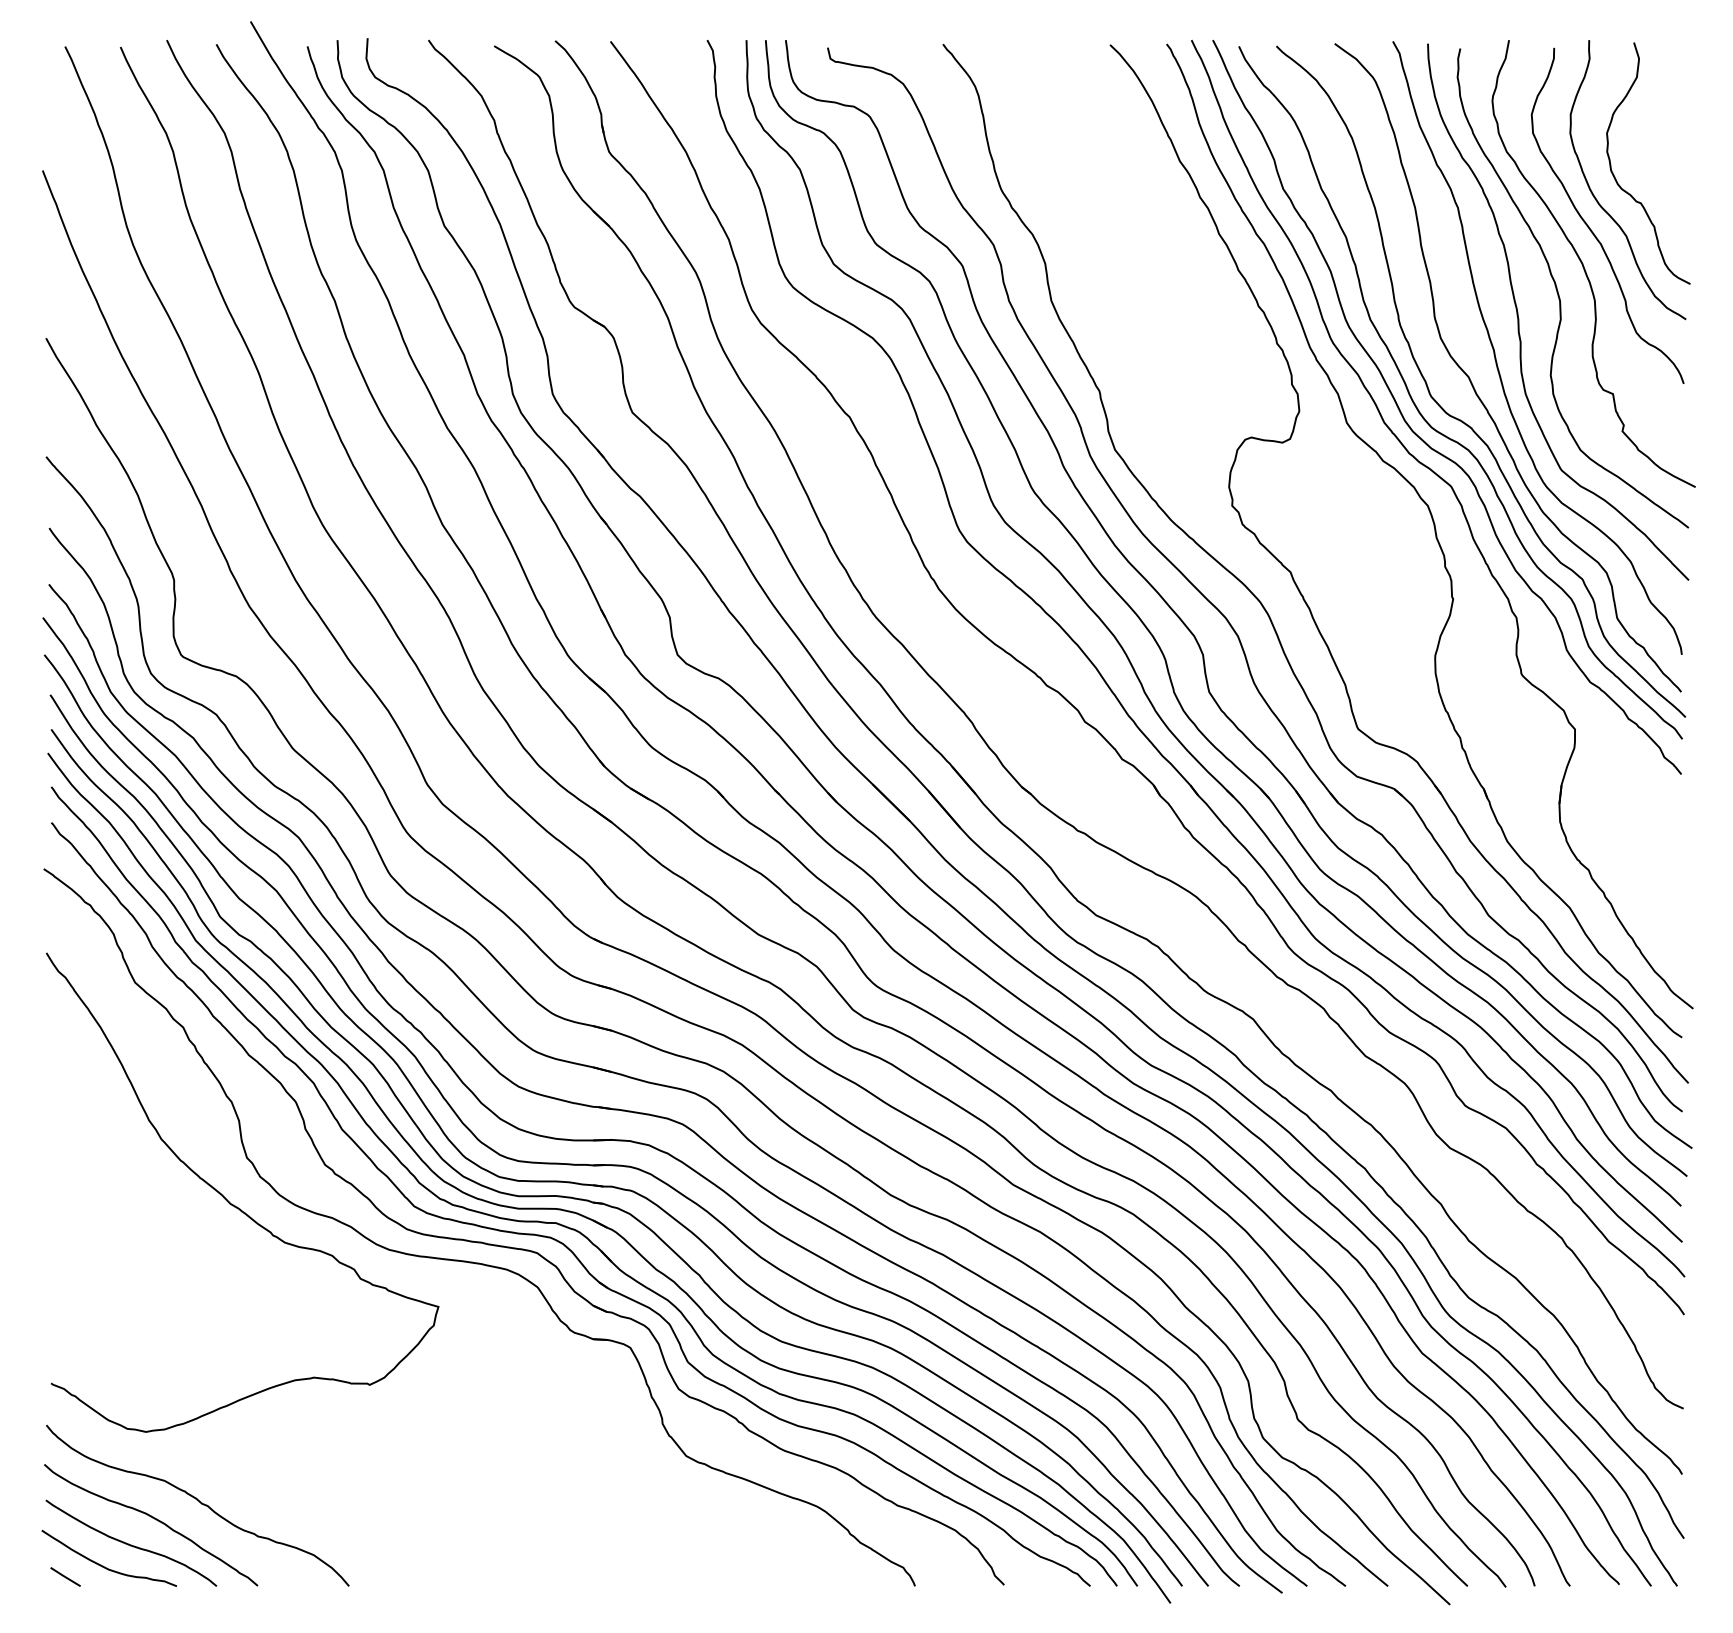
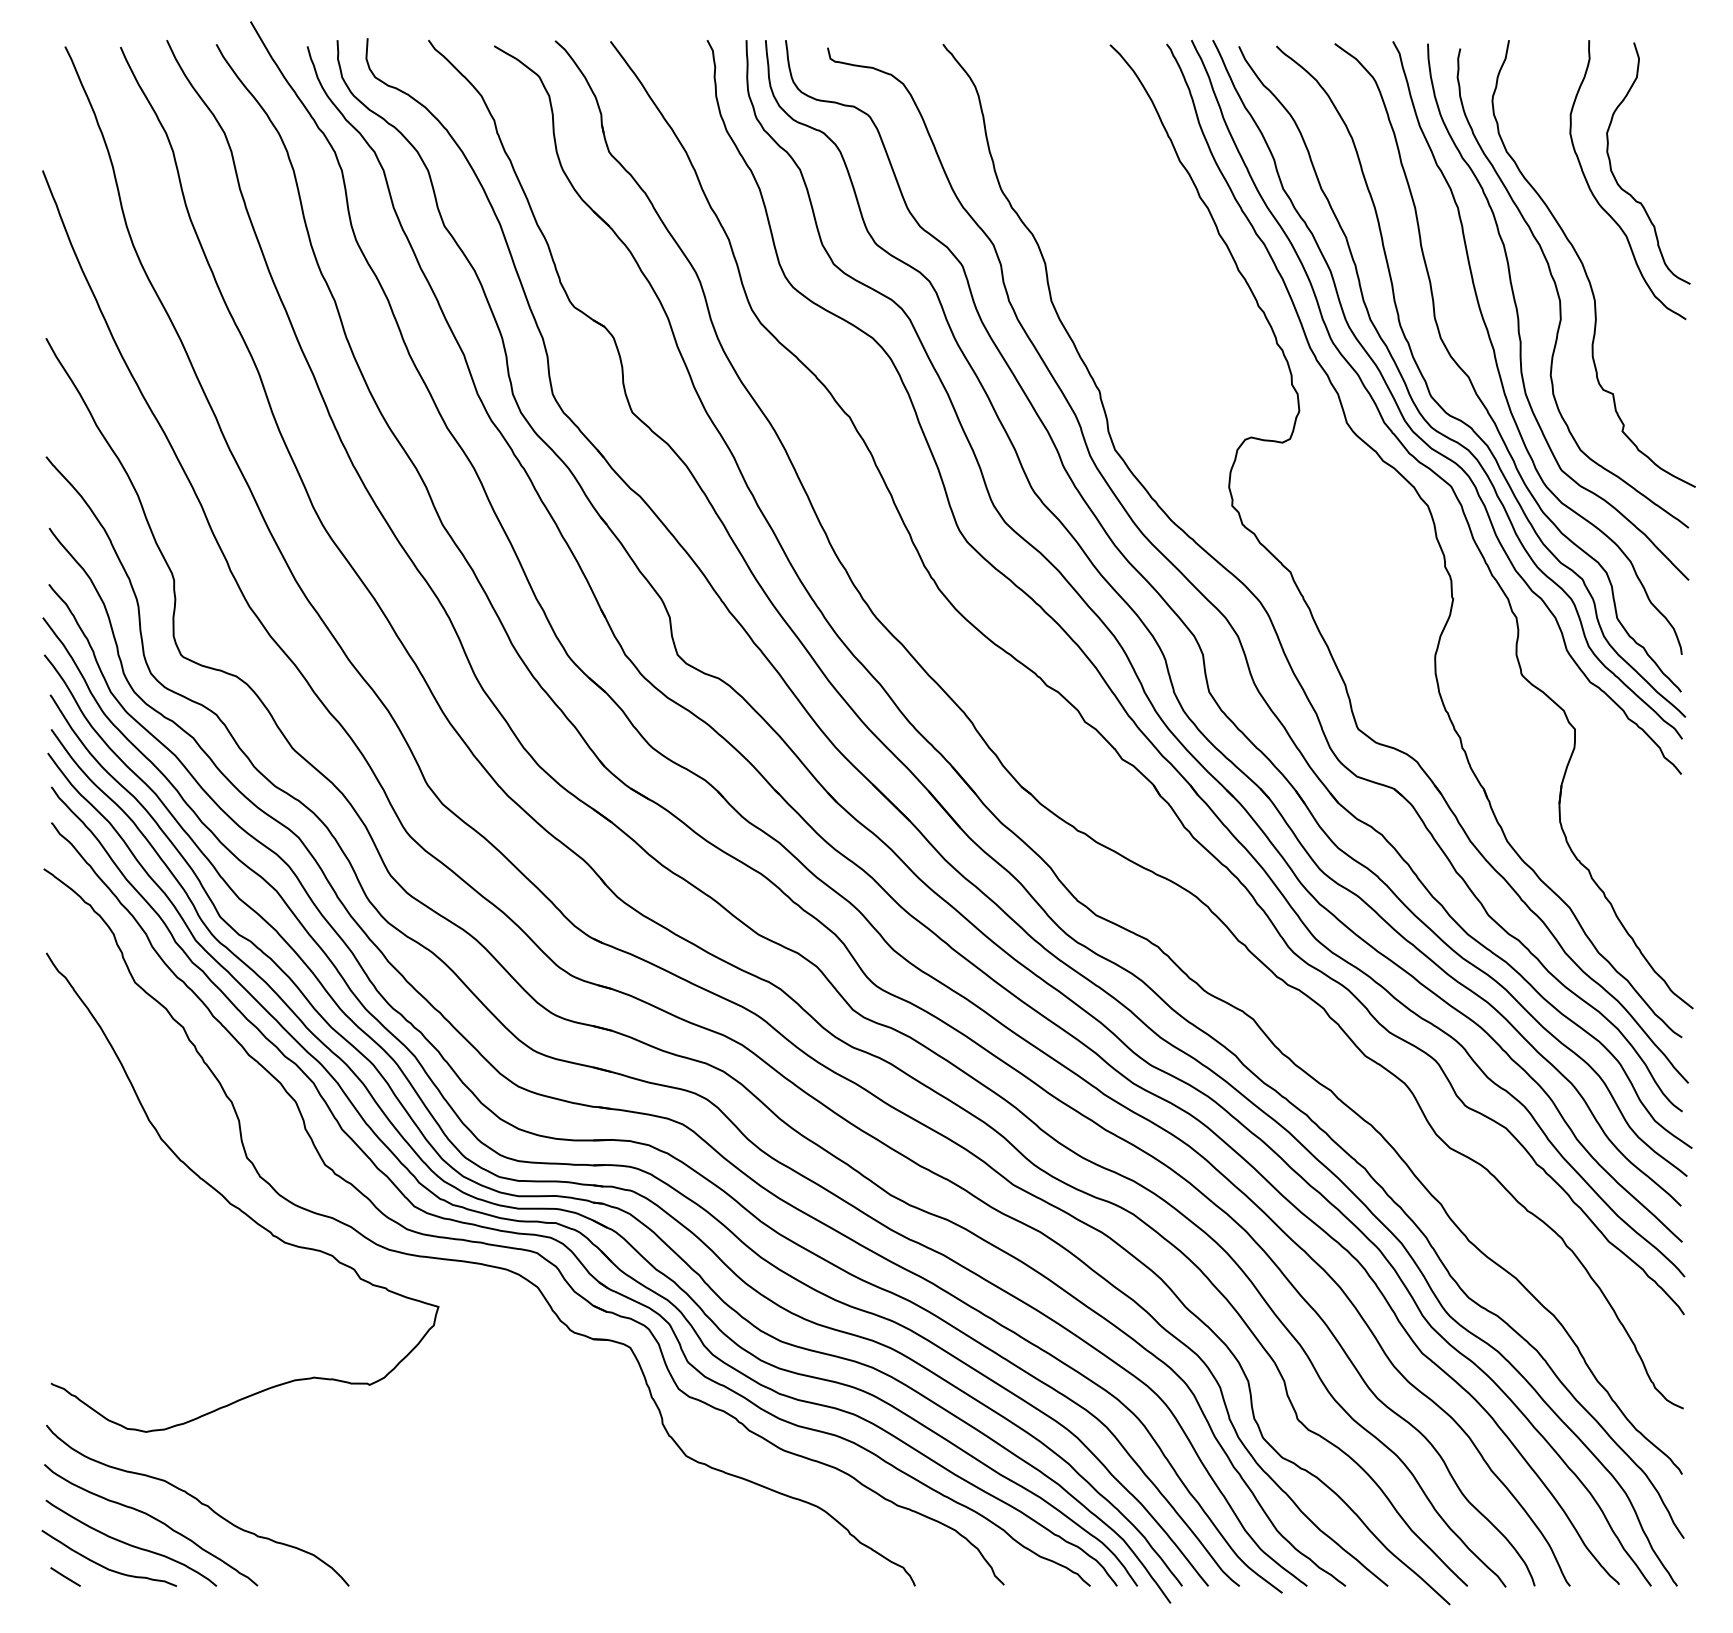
curve at (1589, 226): present -> none
